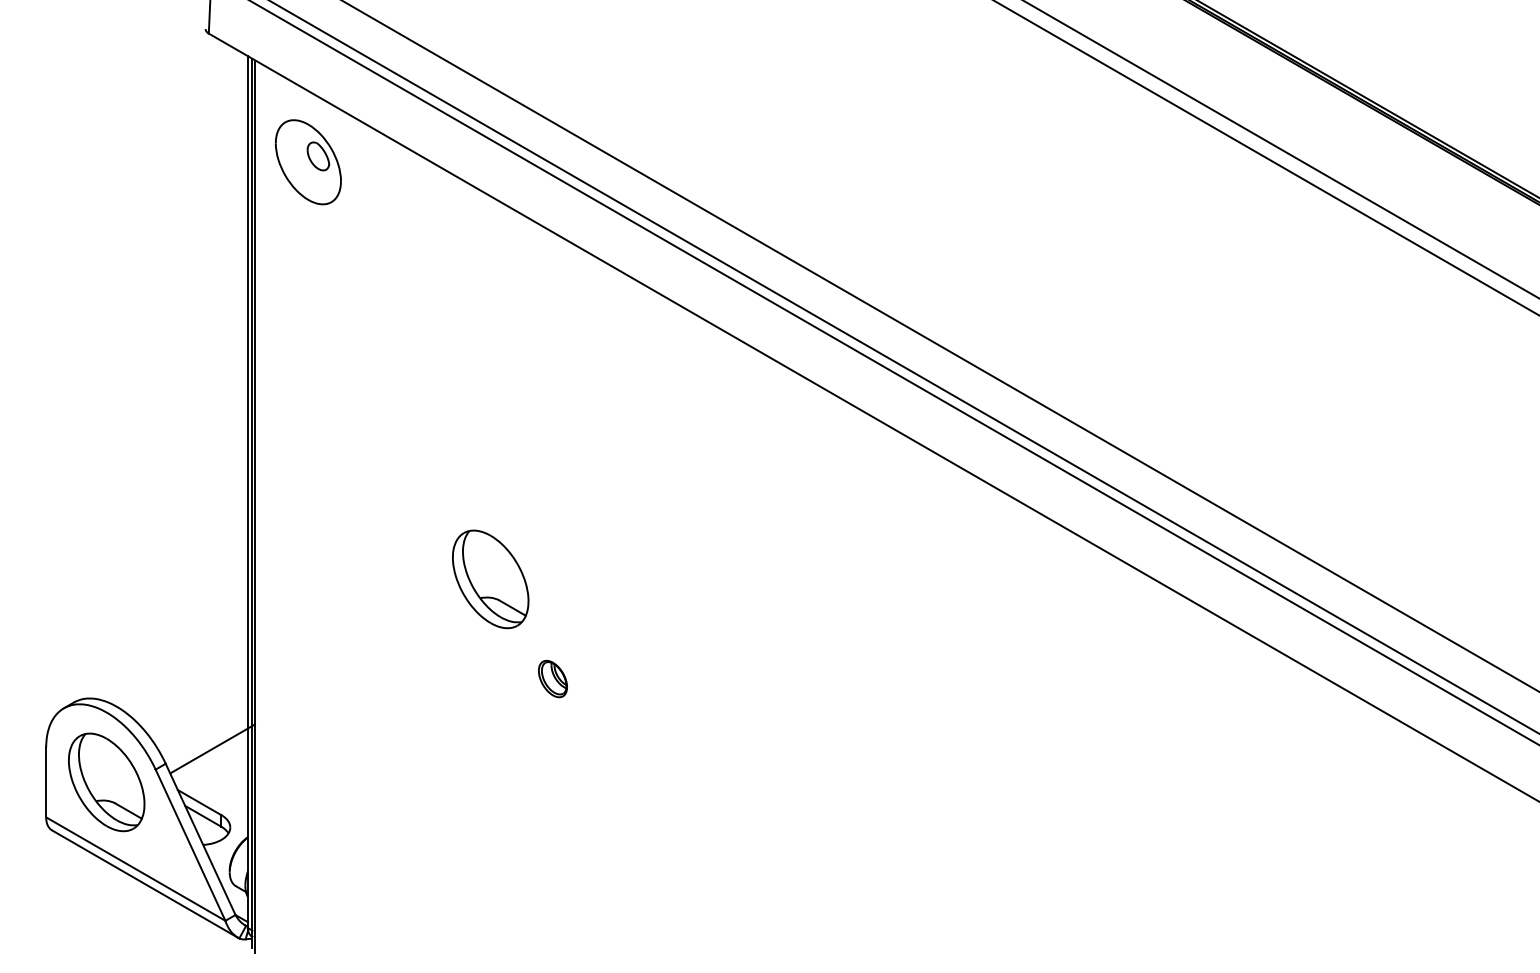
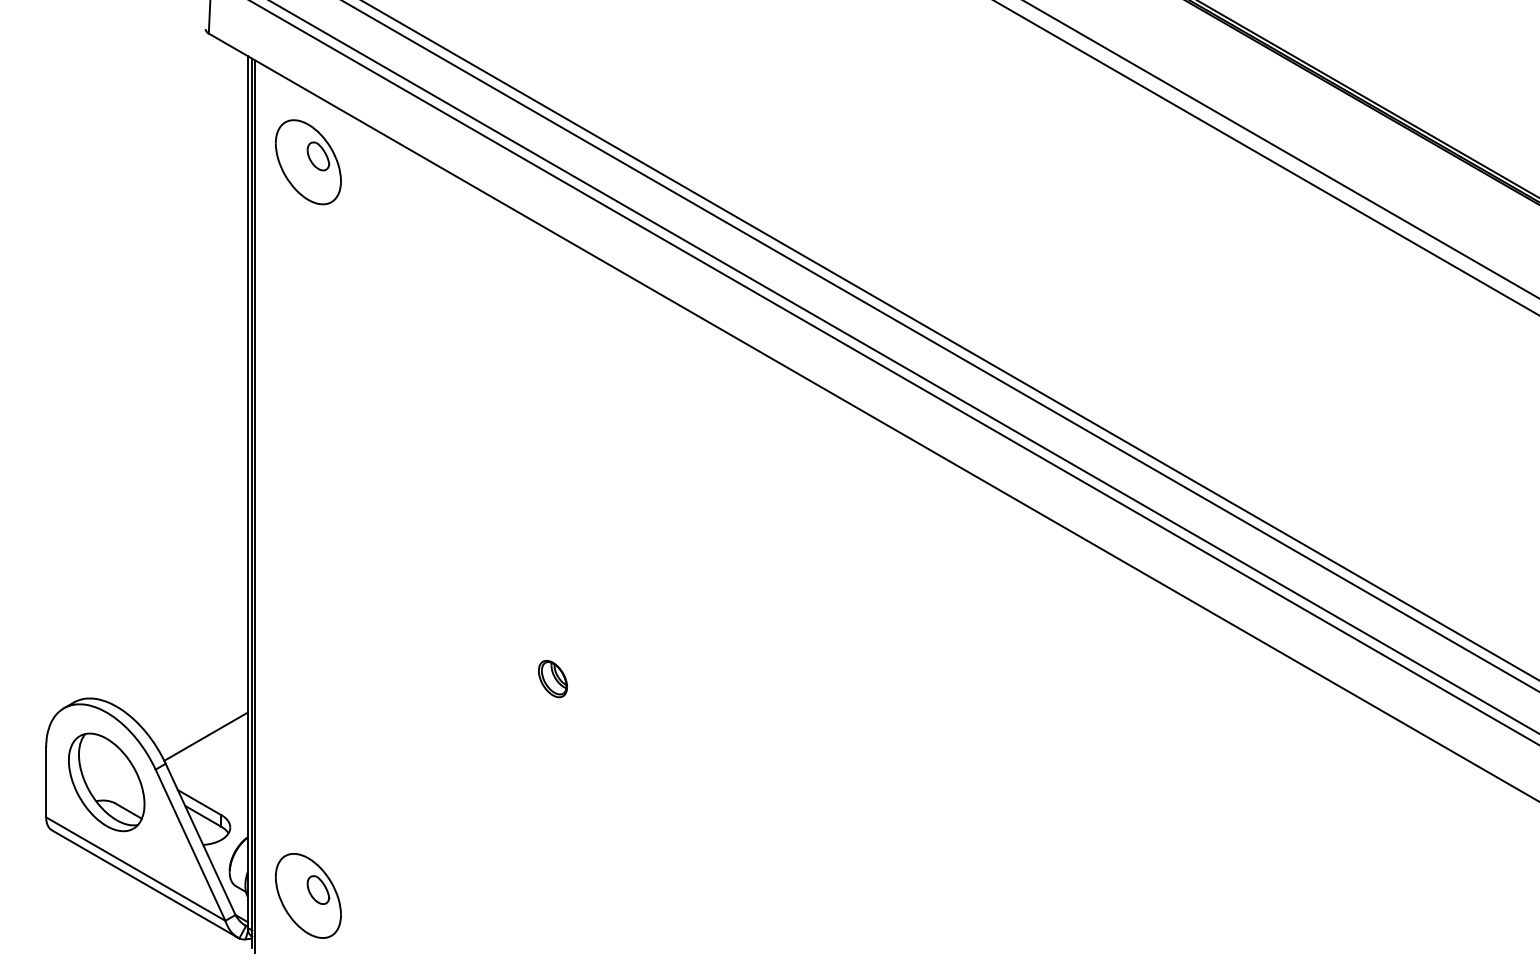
line at (950, 340): none -> present
part at (490, 579): present -> none
line at (212, 748) position: (212, 748) -> (205, 736)
part at (308, 895): none -> present
